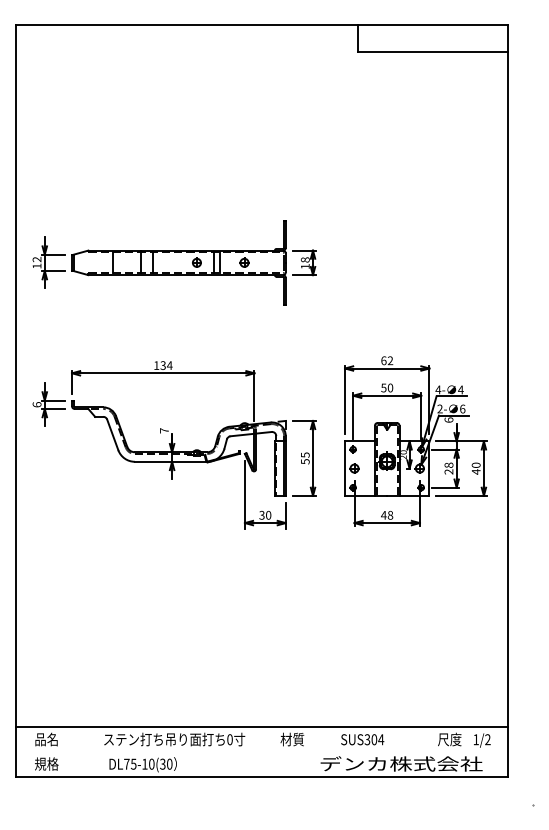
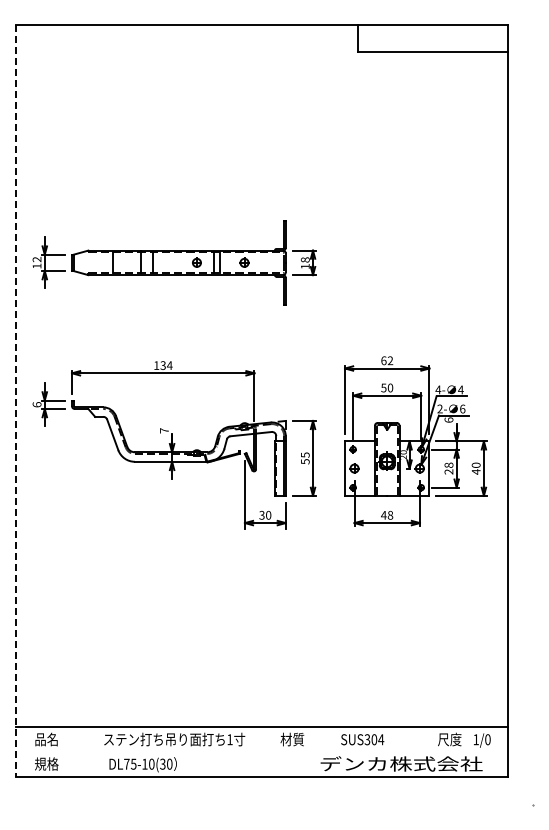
line at (16, 400): solid -> dashed
text at (229, 739): 0 -> 1
text at (487, 739): 1/2 -> 1/0
